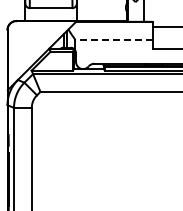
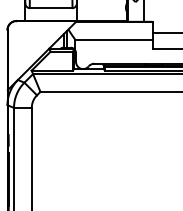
line at (165, 27) position: (165, 27) -> (165, 33)
line at (114, 39): dashed -> solid
